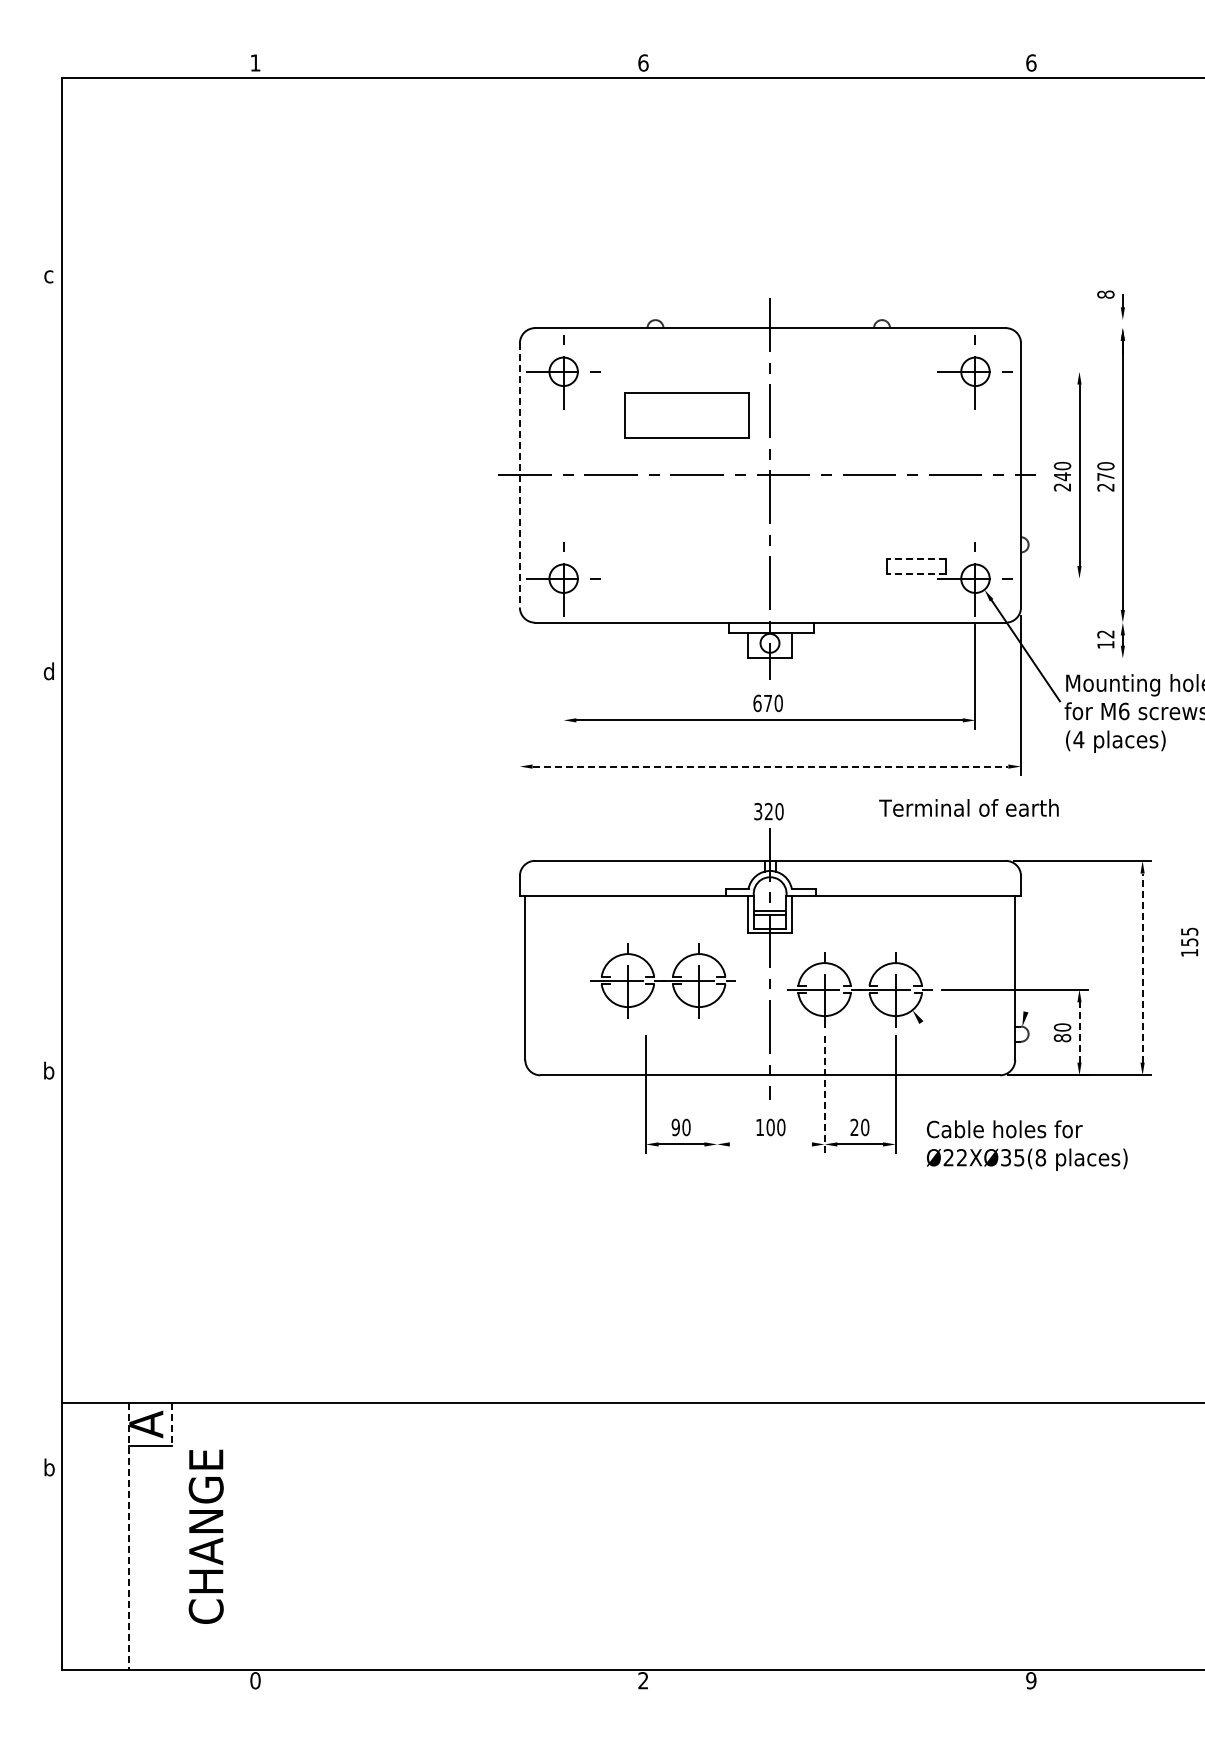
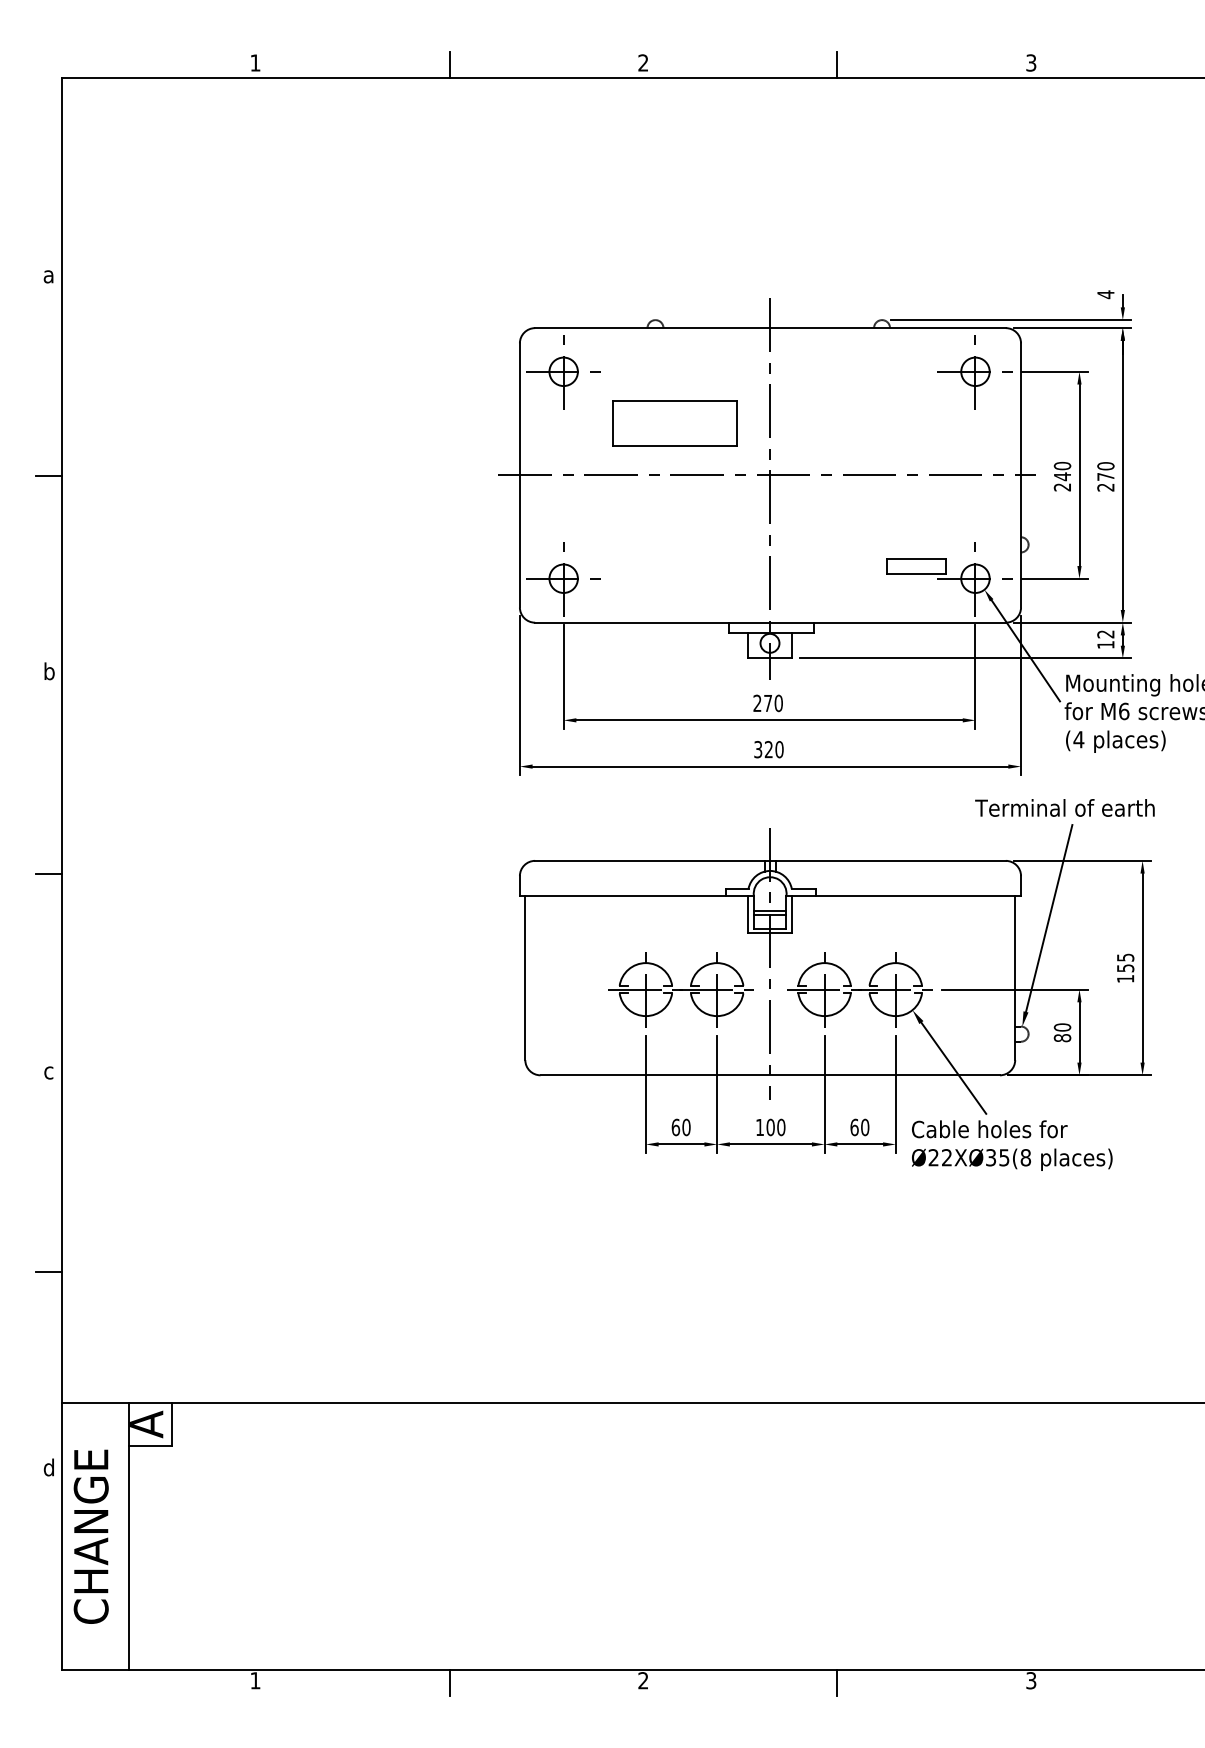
text at (643, 62): 6 -> 2
text at (1031, 62): 6 -> 3
line at (449, 64): none -> present
line at (837, 64): none -> present
text at (48, 276): c -> a
text at (1105, 294): 8 -> 4
line at (1010, 320): none -> present
line at (1072, 328): none -> present
line at (1054, 371): none -> present
part at (686, 415) position: (686, 415) -> (674, 423)
line at (48, 475): none -> present
line at (519, 475): dashed -> solid
line at (915, 559): dashed -> solid
line at (915, 573): dashed -> solid
line at (1054, 578): none -> present
line at (1072, 622): none -> present
line at (965, 658): none -> present
text at (48, 671): d -> b
line at (563, 676): none -> present
line at (519, 695): none -> present
text at (757, 703): 670 -> 270
line at (770, 766): dashed -> solid
text at (968, 807) position: (968, 807) -> (1064, 807)
text at (768, 811) position: (768, 811) -> (768, 749)
line at (48, 874): none -> present
line at (1049, 918): none -> present
text at (1189, 941) position: (1189, 941) -> (1125, 967)
line at (1142, 968): dashed -> solid
part at (662, 980) position: (662, 980) -> (680, 989)
line at (1079, 1031): dashed -> solid
line at (953, 1067): none -> present
text at (49, 1070): b -> c
line at (717, 1094): none -> present
line at (824, 1095): dashed -> solid
text at (675, 1127): 90 -> 60
text at (854, 1127): 20 -> 60
line at (770, 1144): none -> present
text at (1027, 1145) position: (1027, 1145) -> (1012, 1145)
line at (48, 1272): none -> present
line at (171, 1425): dashed -> solid
text at (48, 1467): b -> d
text at (205, 1536) position: (205, 1536) -> (90, 1536)
line at (129, 1537): dashed -> solid
text at (255, 1680): 0 -> 1
text at (1031, 1680): 9 -> 3
line at (449, 1682): none -> present
line at (837, 1682): none -> present
